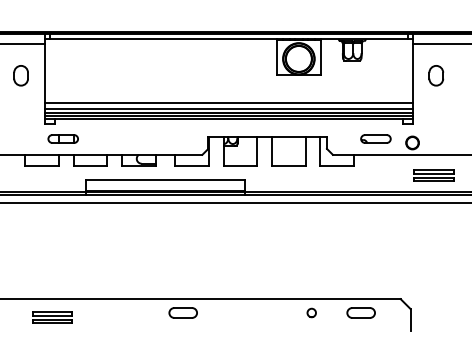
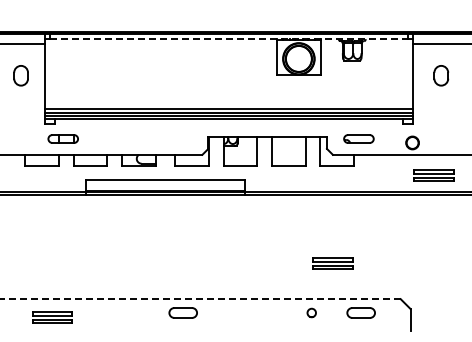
line at (228, 39): solid -> dashed
part at (436, 75) position: (436, 75) -> (441, 75)
line at (228, 103): present -> none
part at (375, 138) position: (375, 138) -> (358, 138)
line at (235, 203): present -> none
part at (332, 263): none -> present
line at (199, 299): solid -> dashed
